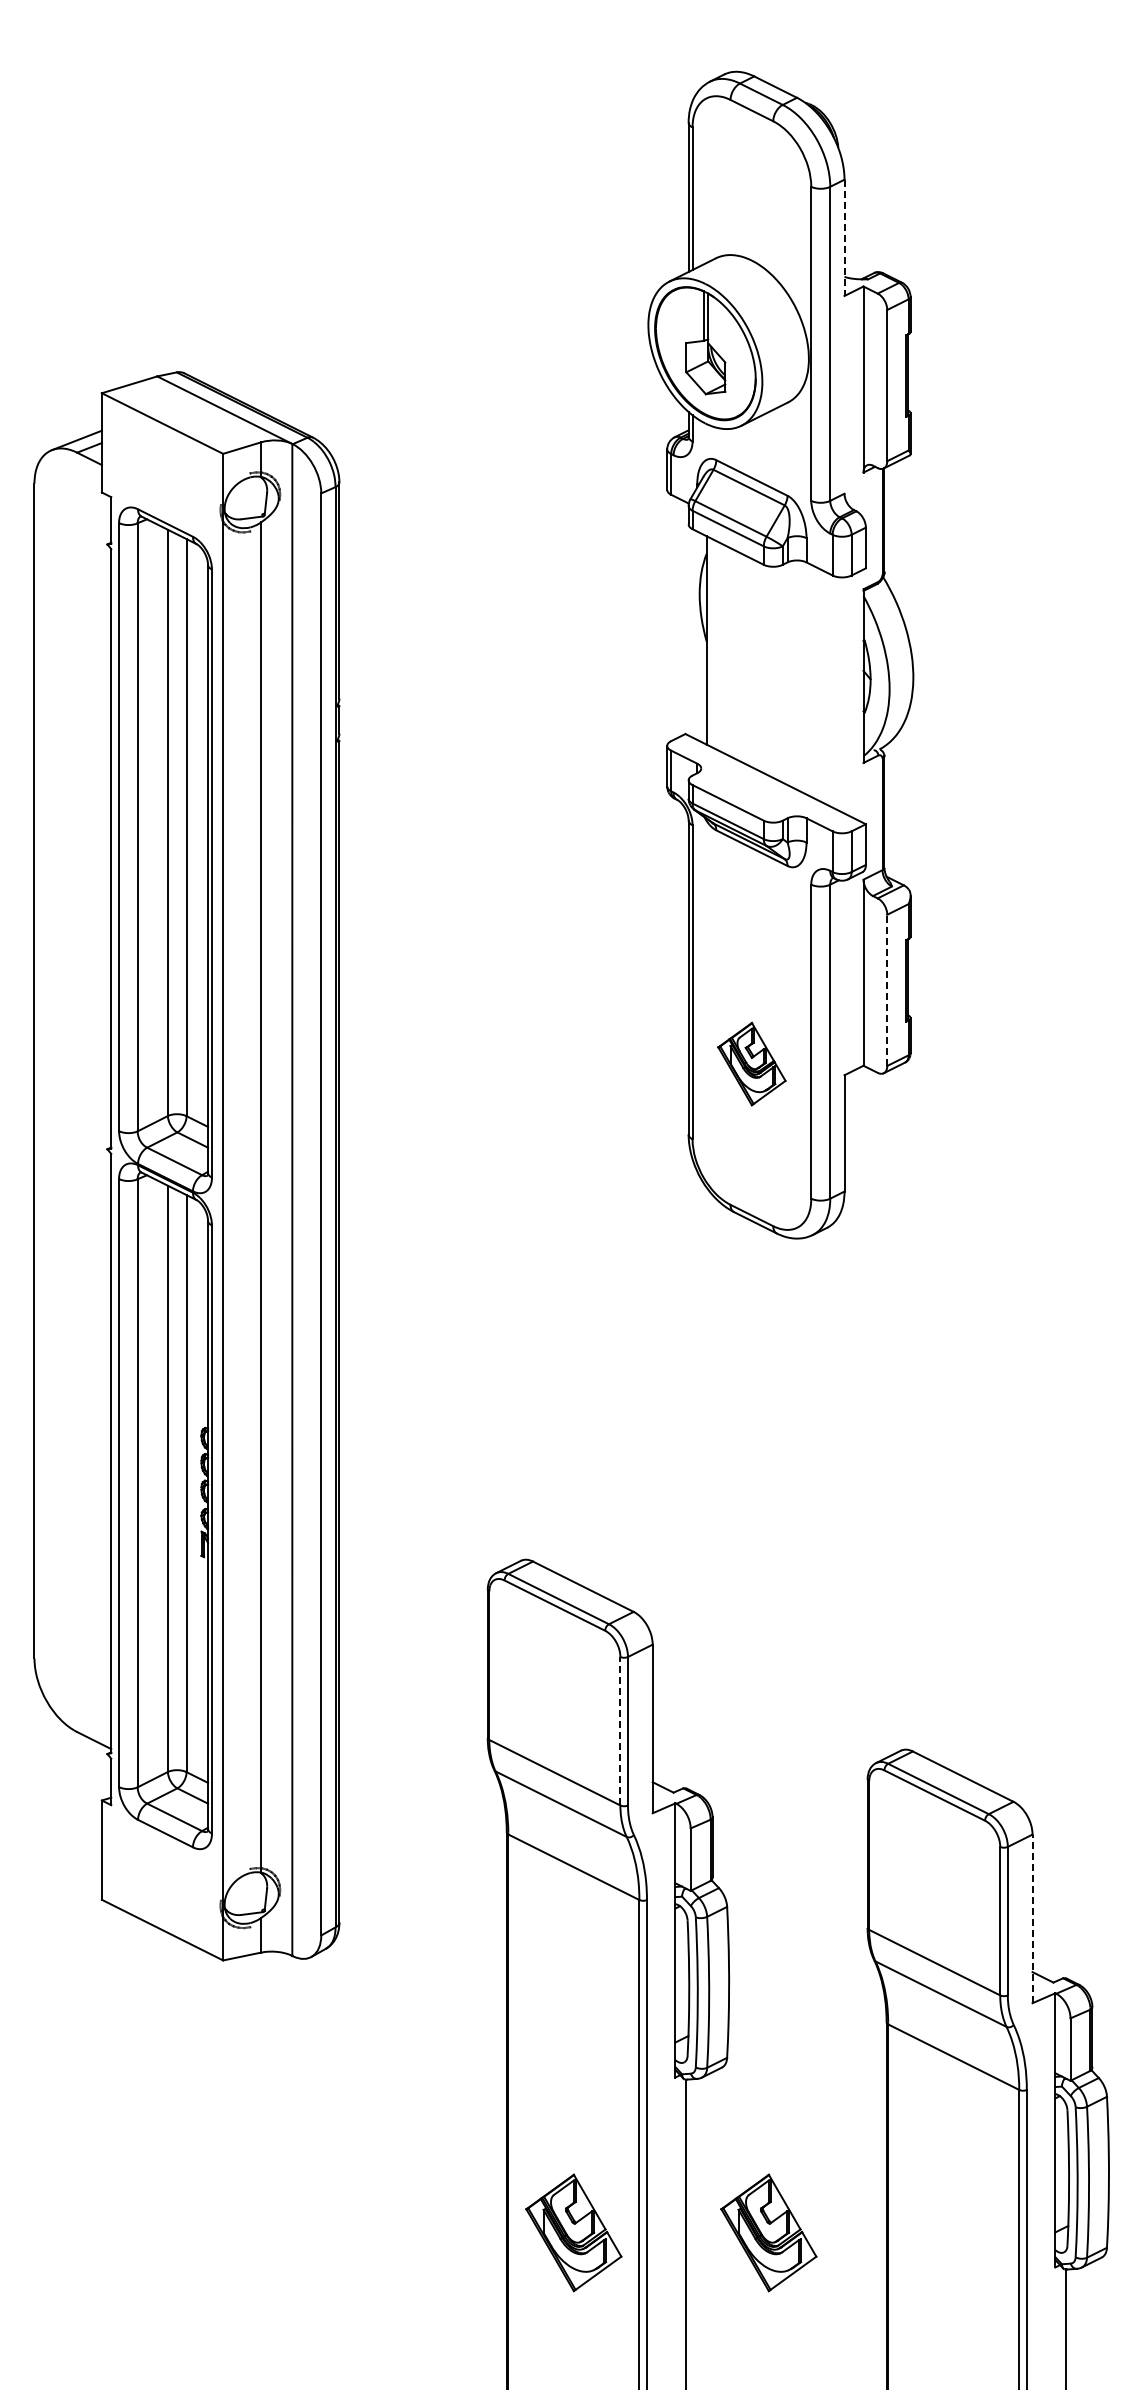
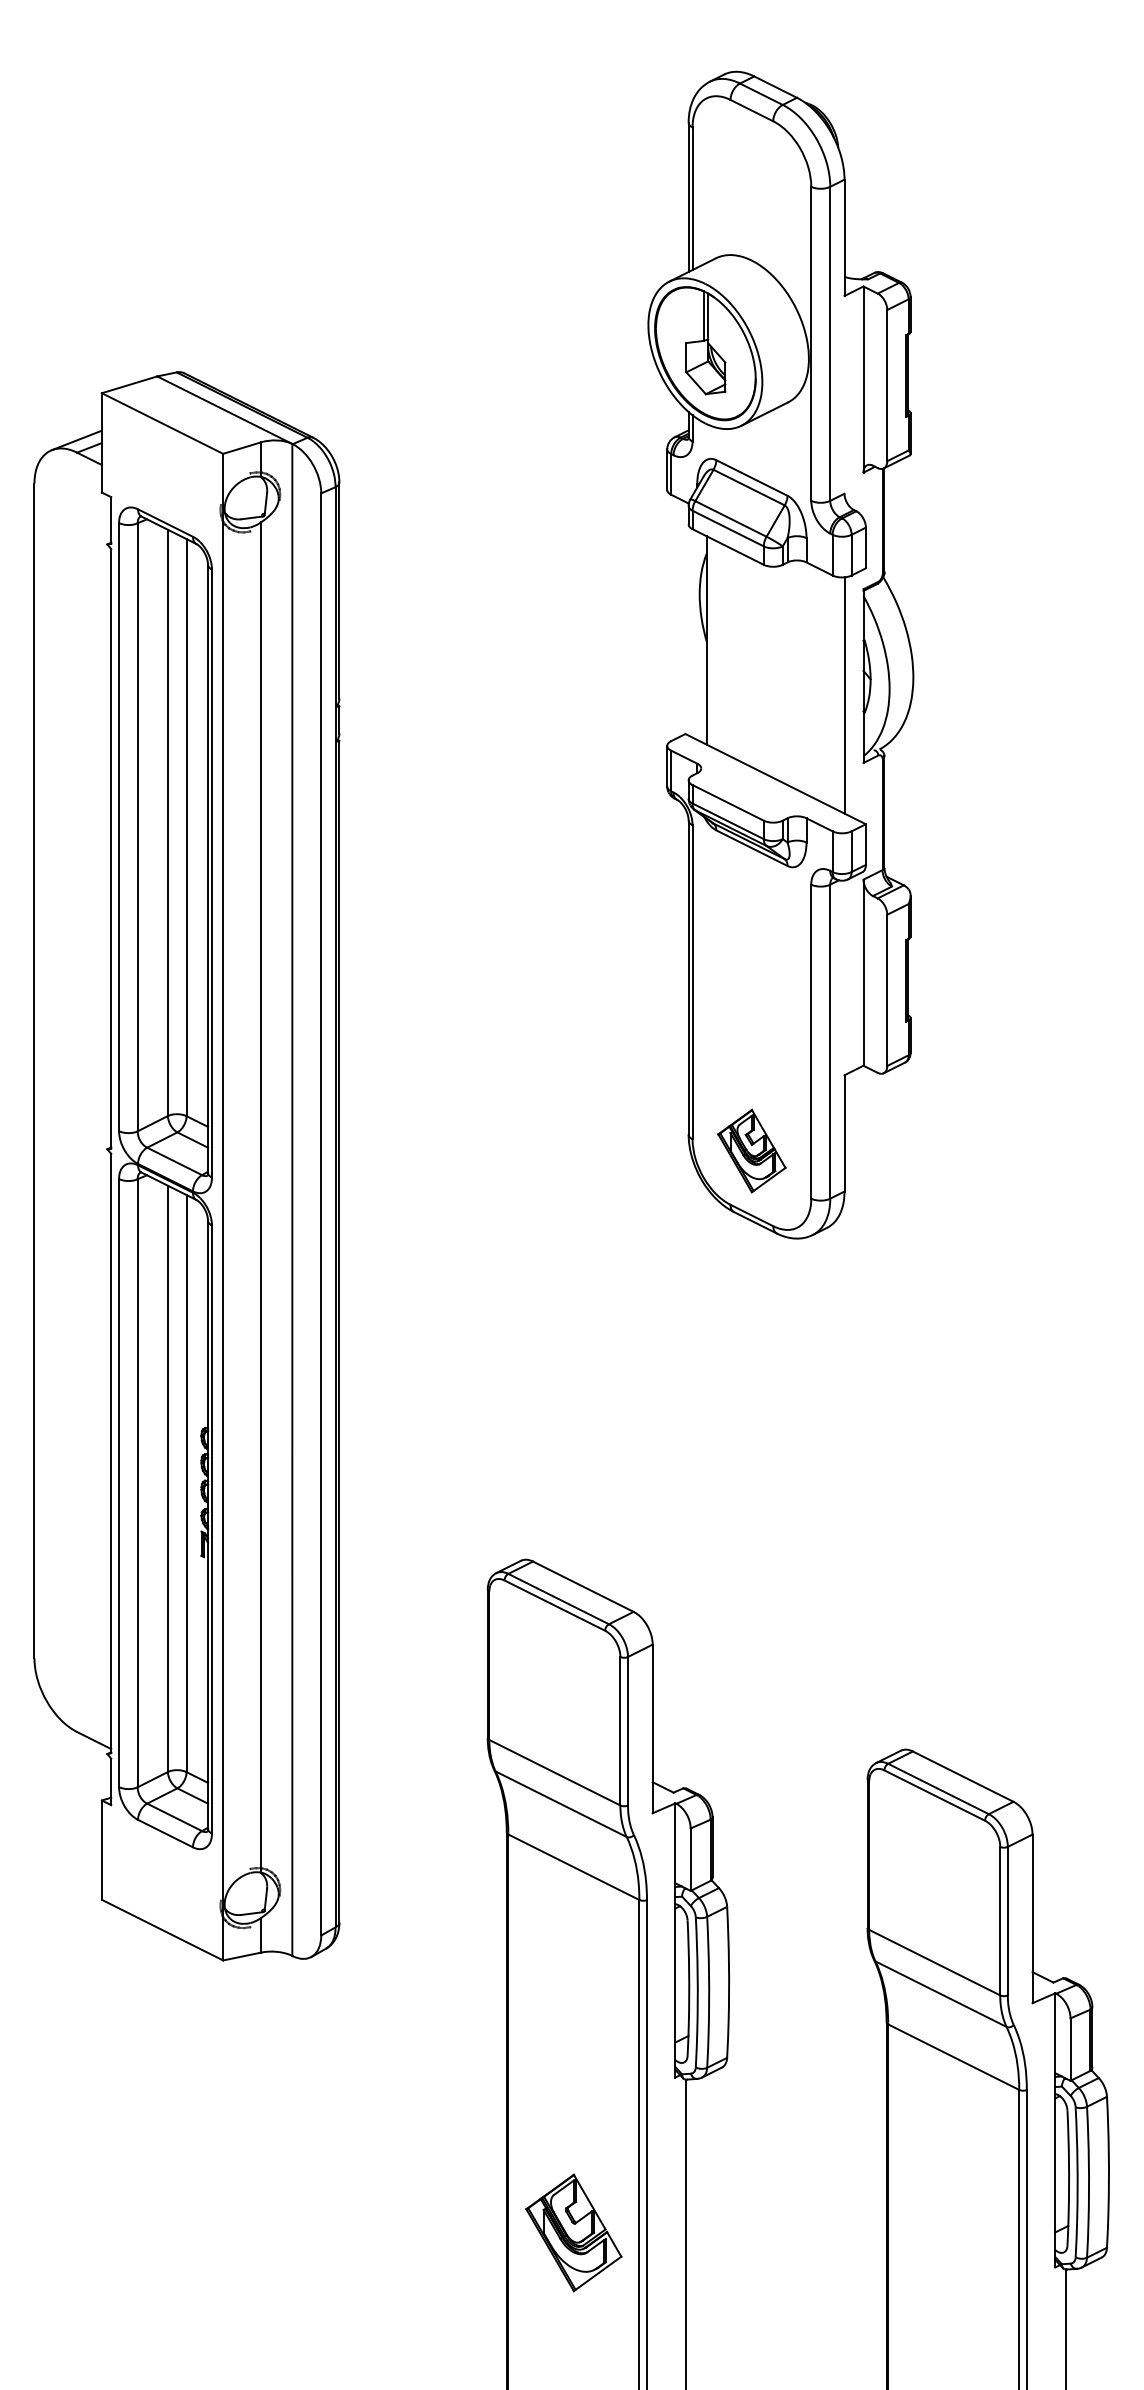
line at (844, 238): dashed -> solid
line at (844, 695): none -> present
line at (887, 990): dashed -> solid
part at (751, 1063) position: (751, 1063) -> (751, 1150)
line at (620, 1730): dashed -> solid
line at (1032, 1918): dashed -> solid
part at (768, 2232): present -> none
